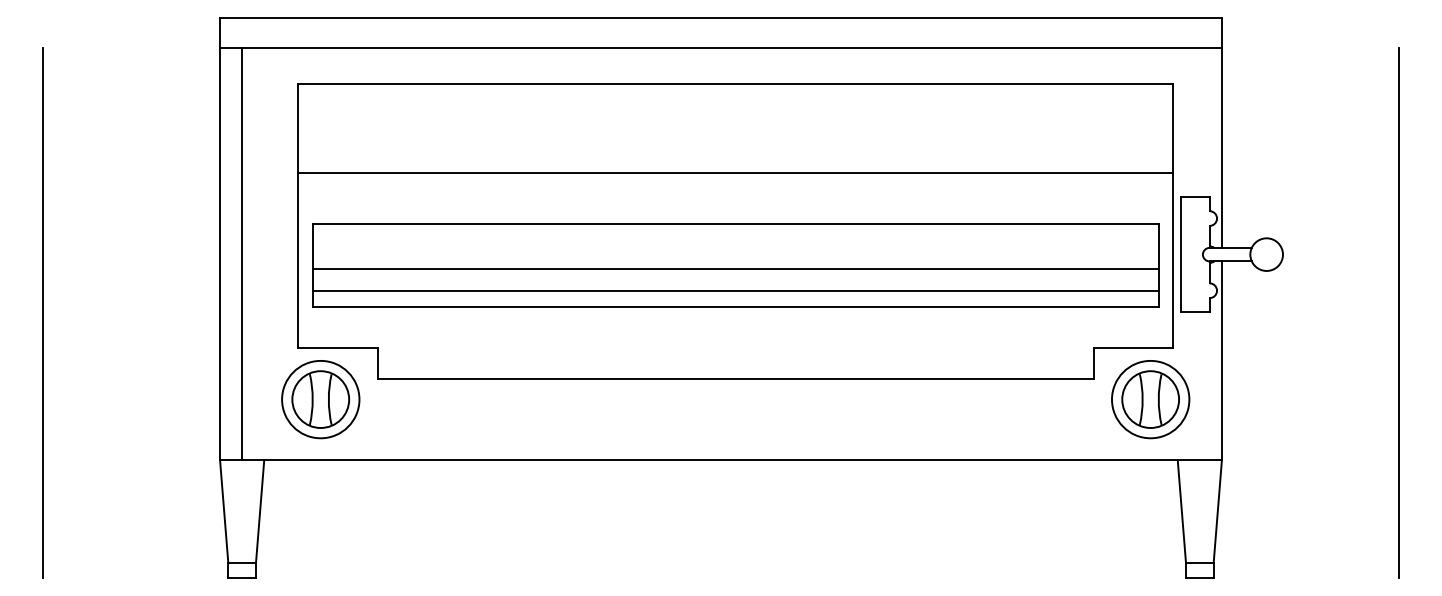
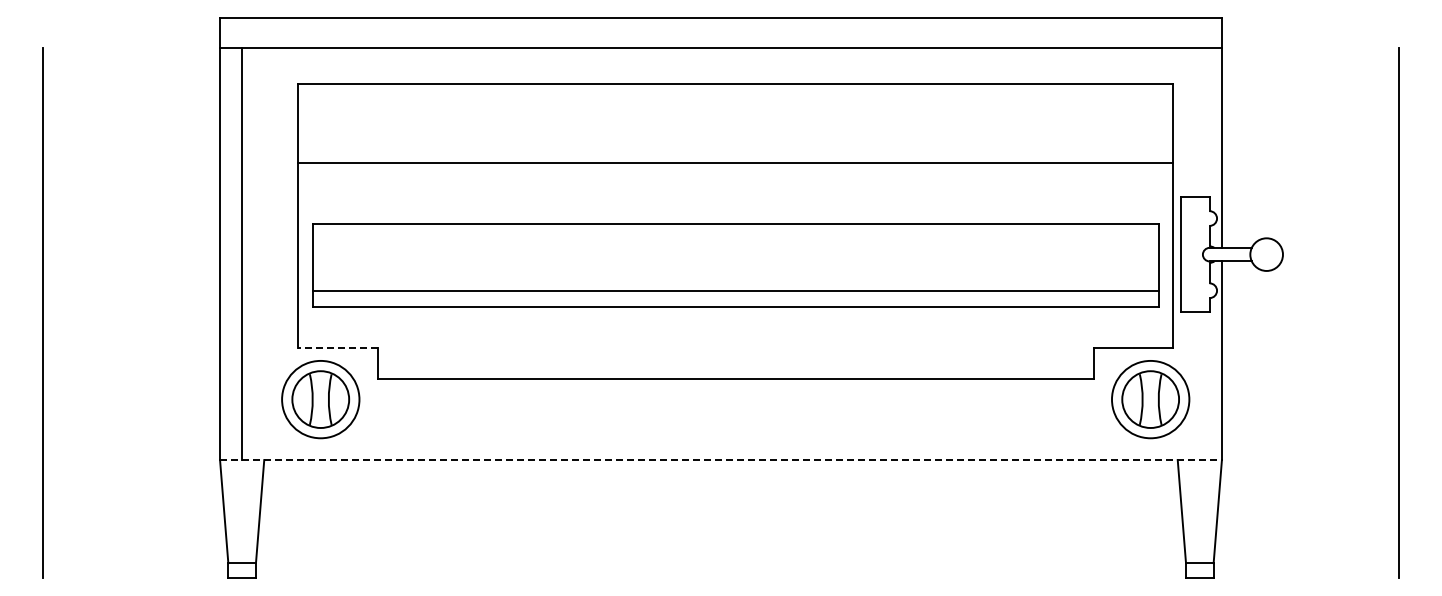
line at (735, 172) position: (735, 172) -> (735, 162)
line at (735, 268): present -> none
line at (337, 347): solid -> dashed
line at (721, 460): solid -> dashed
